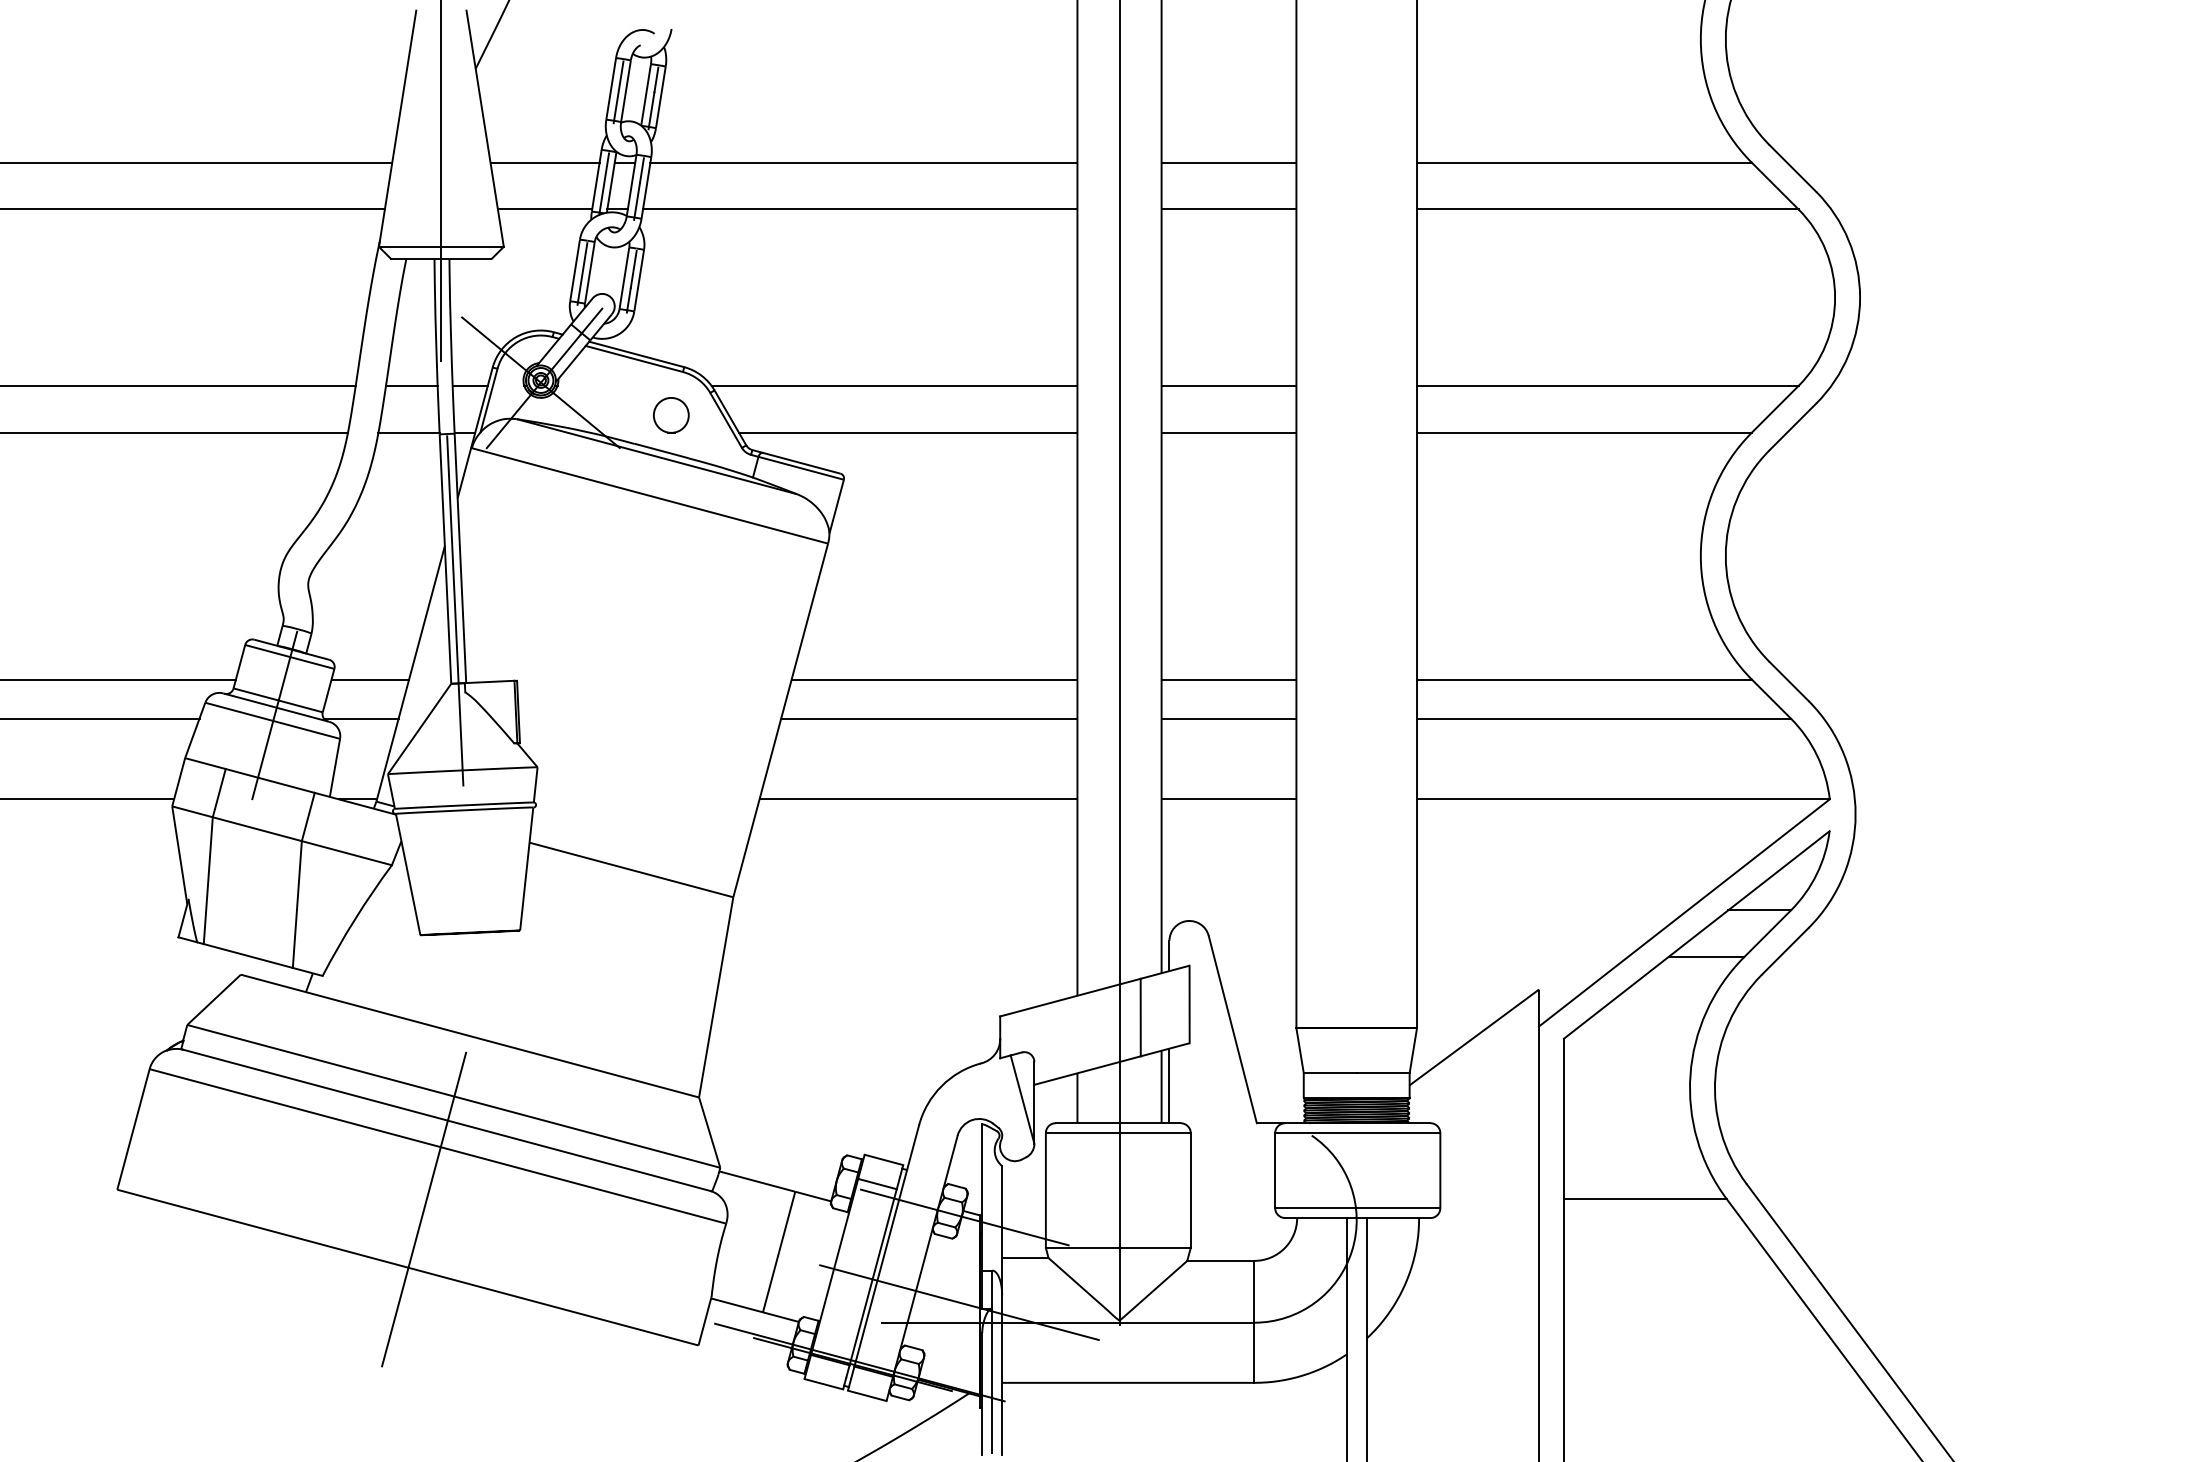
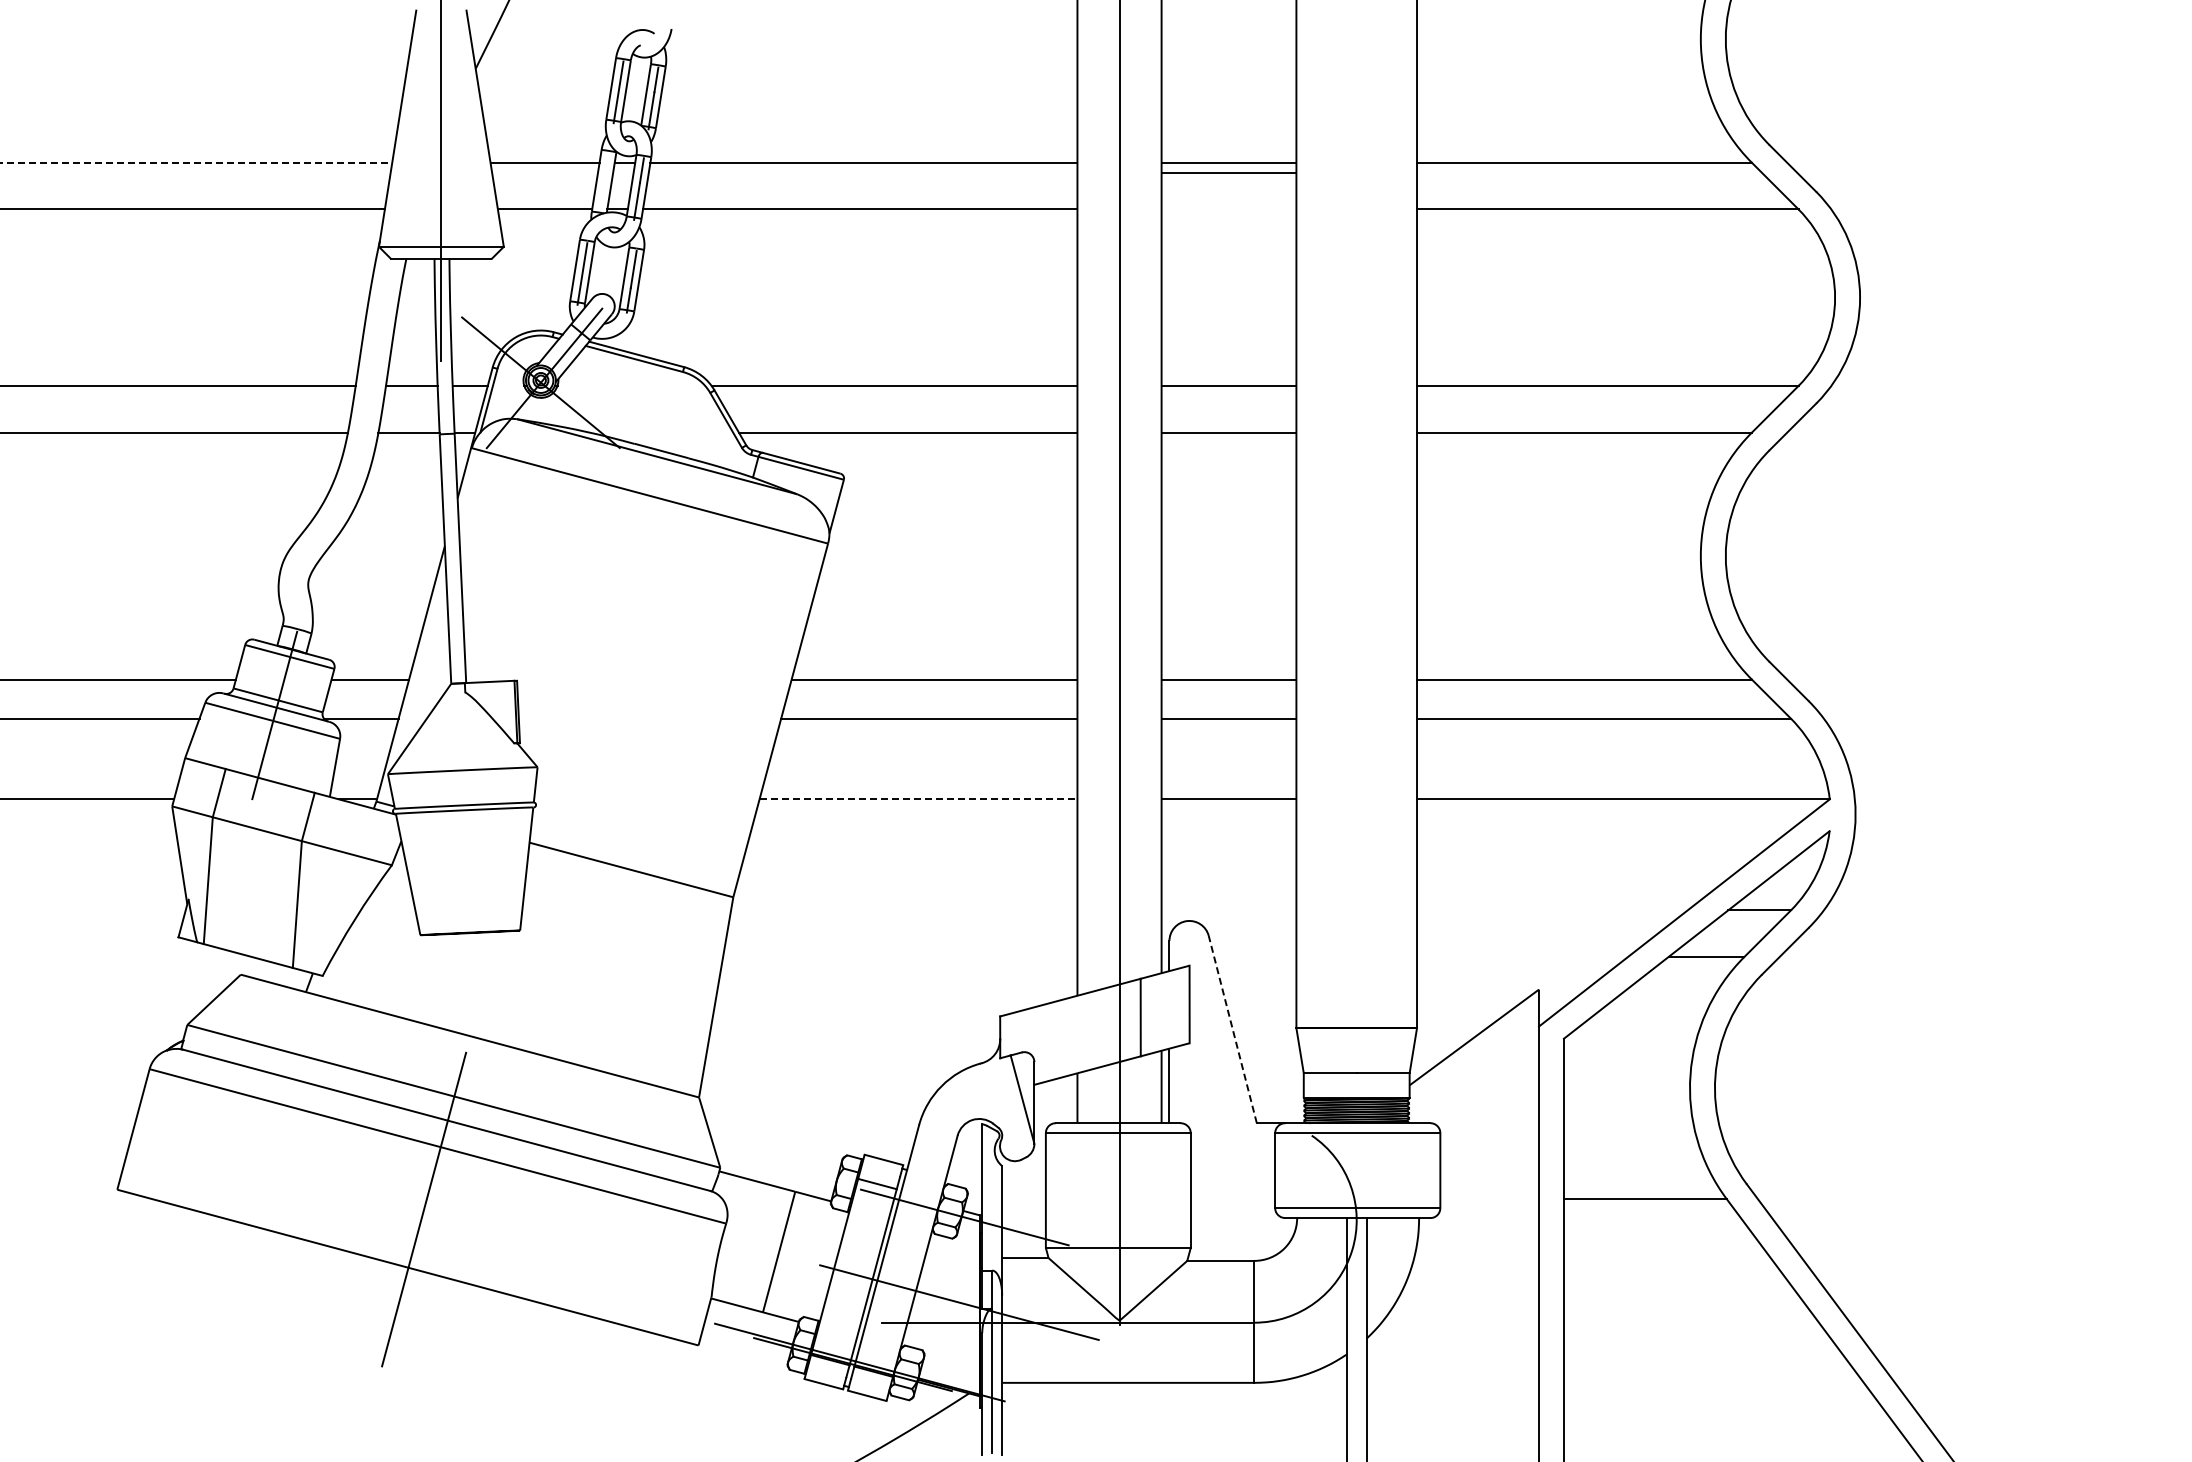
line at (196, 162): solid -> dashed
line at (604, 184): present -> none
line at (1228, 209) position: (1228, 209) -> (1228, 173)
circle at (671, 415): present -> none
line at (455, 610): present -> none
line at (918, 799): solid -> dashed
line at (1232, 1029): solid -> dashed
